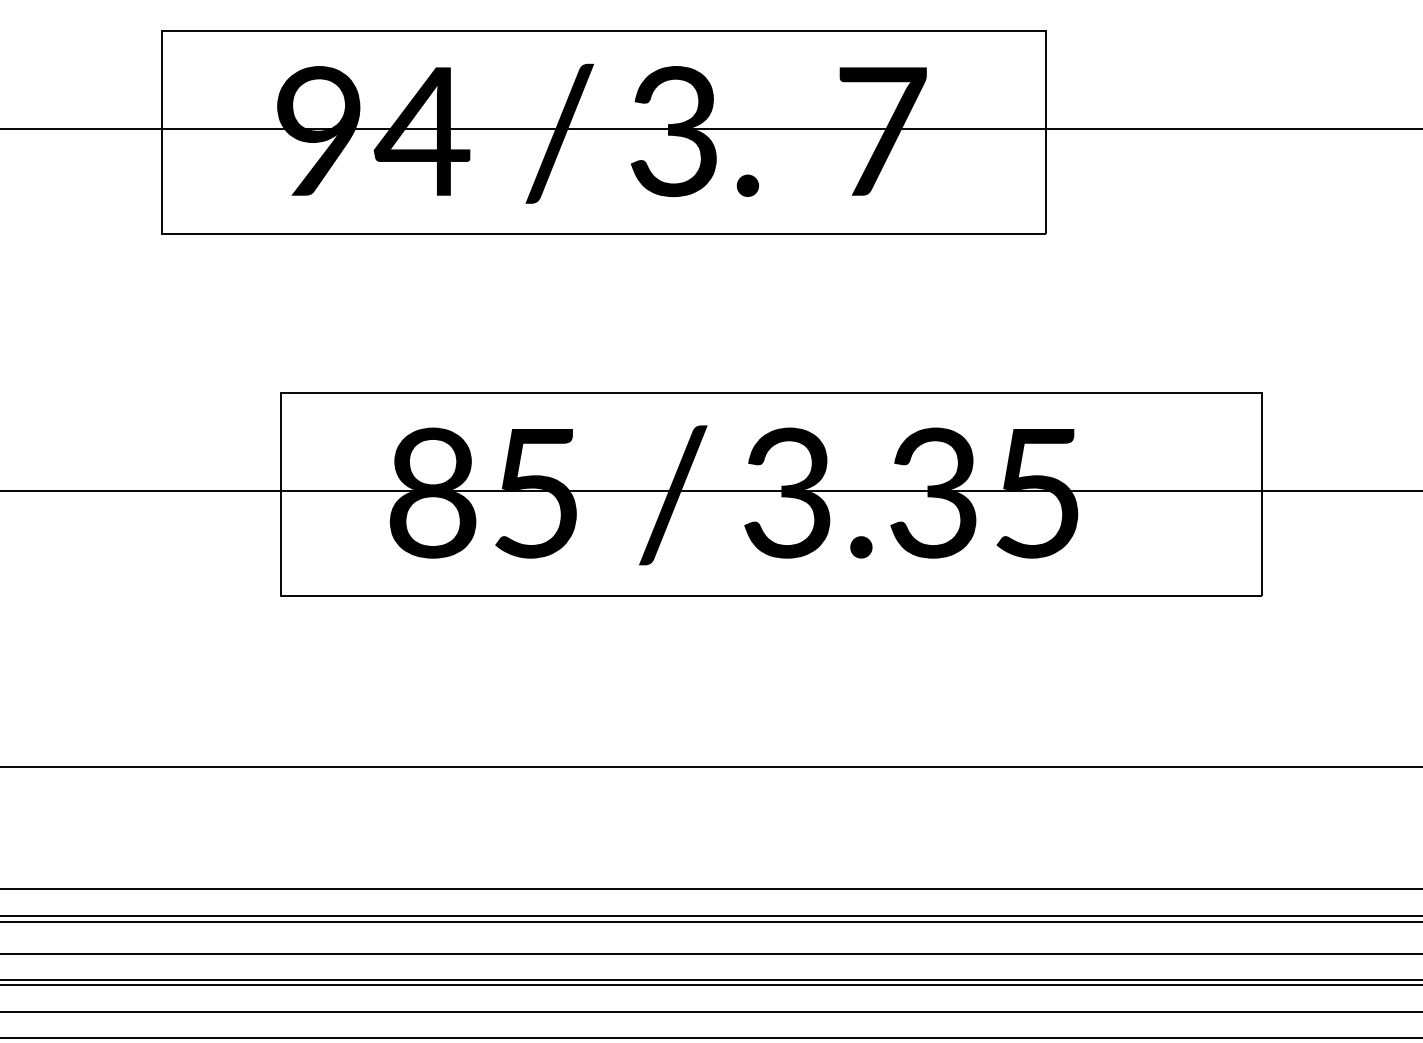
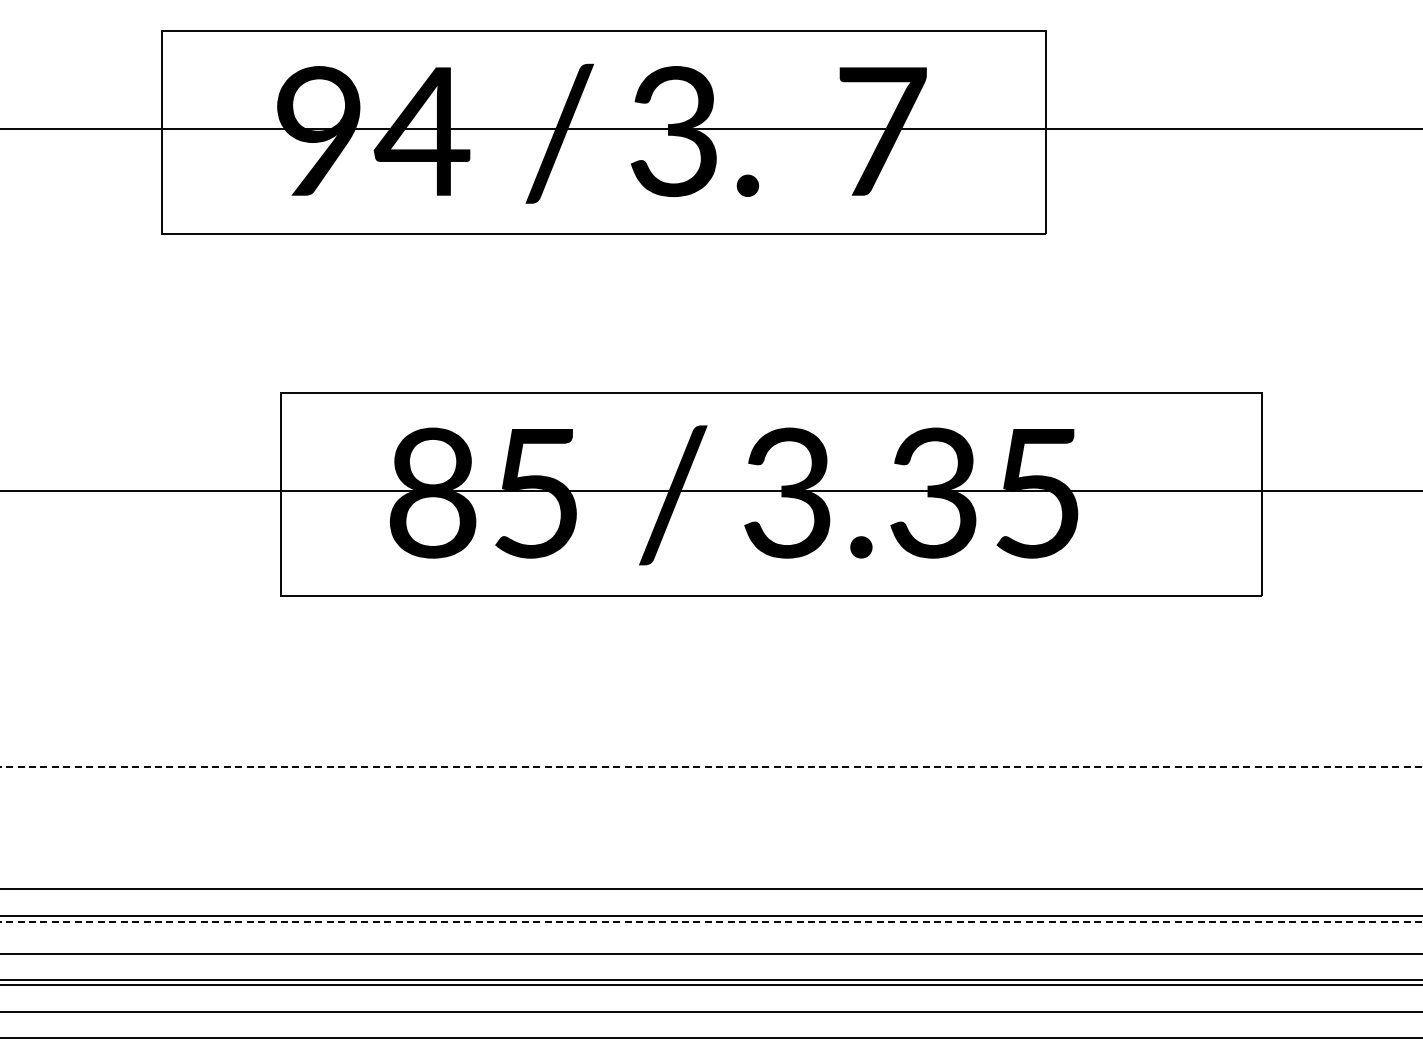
line at (710, 767): solid -> dashed
line at (710, 922): solid -> dashed
